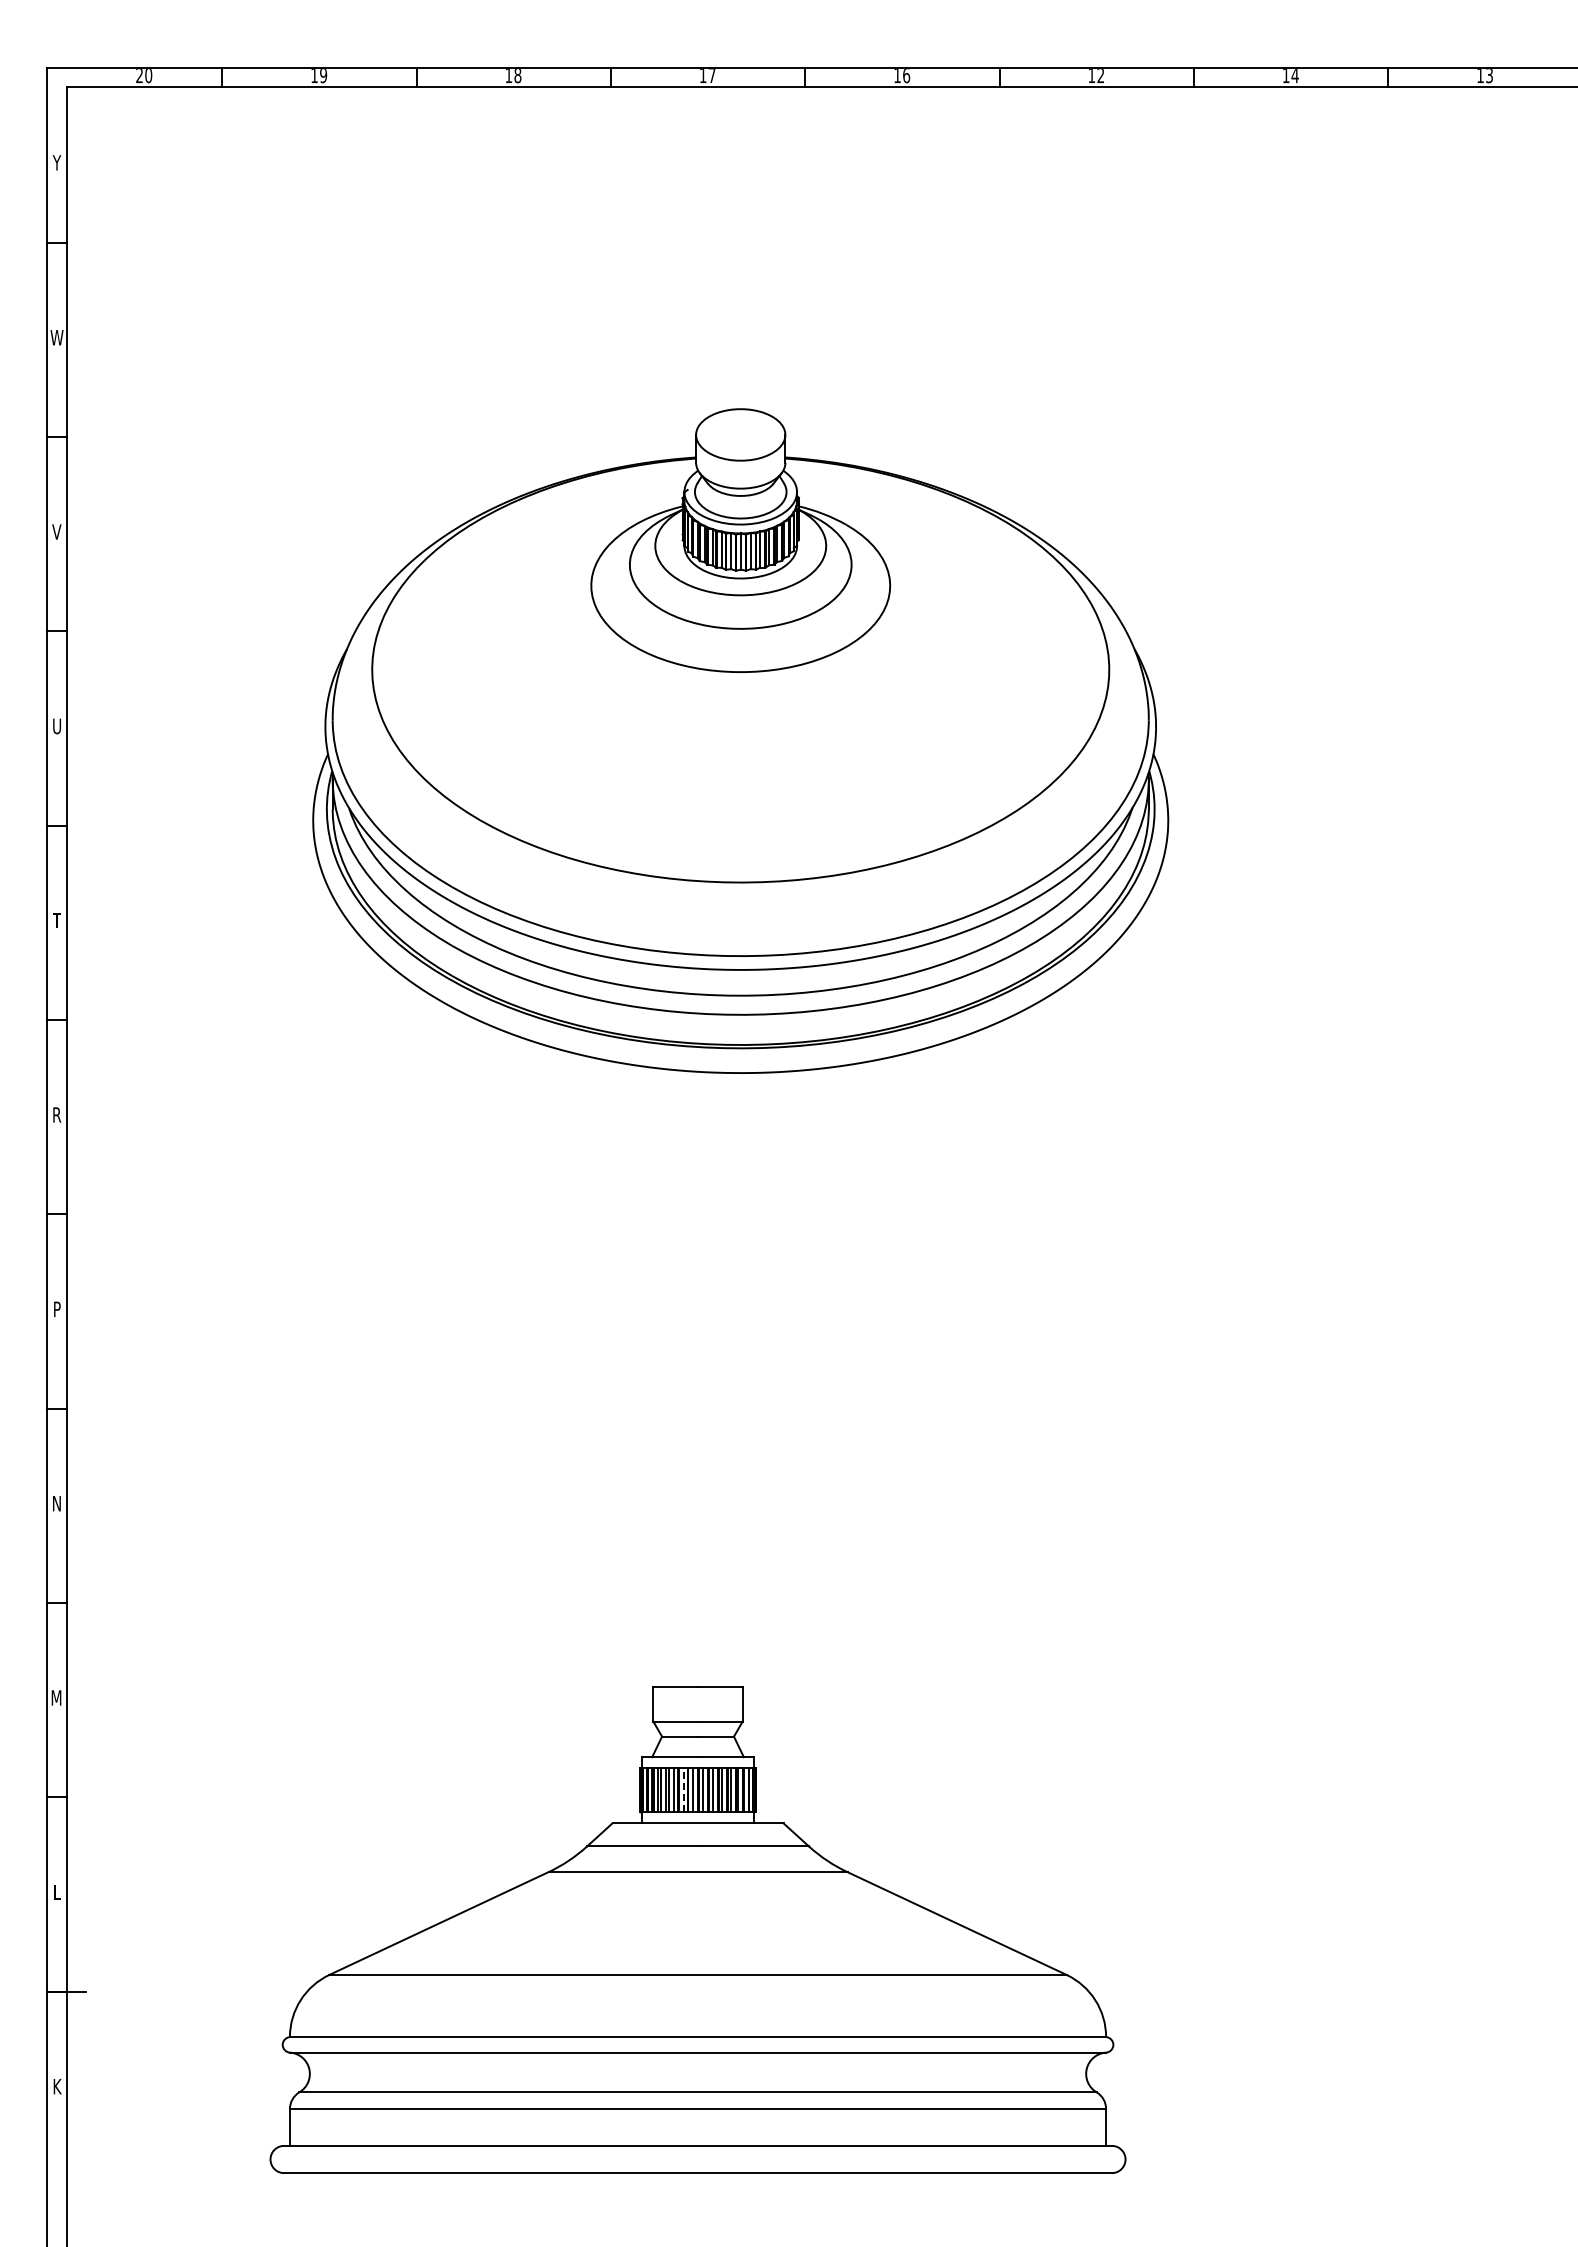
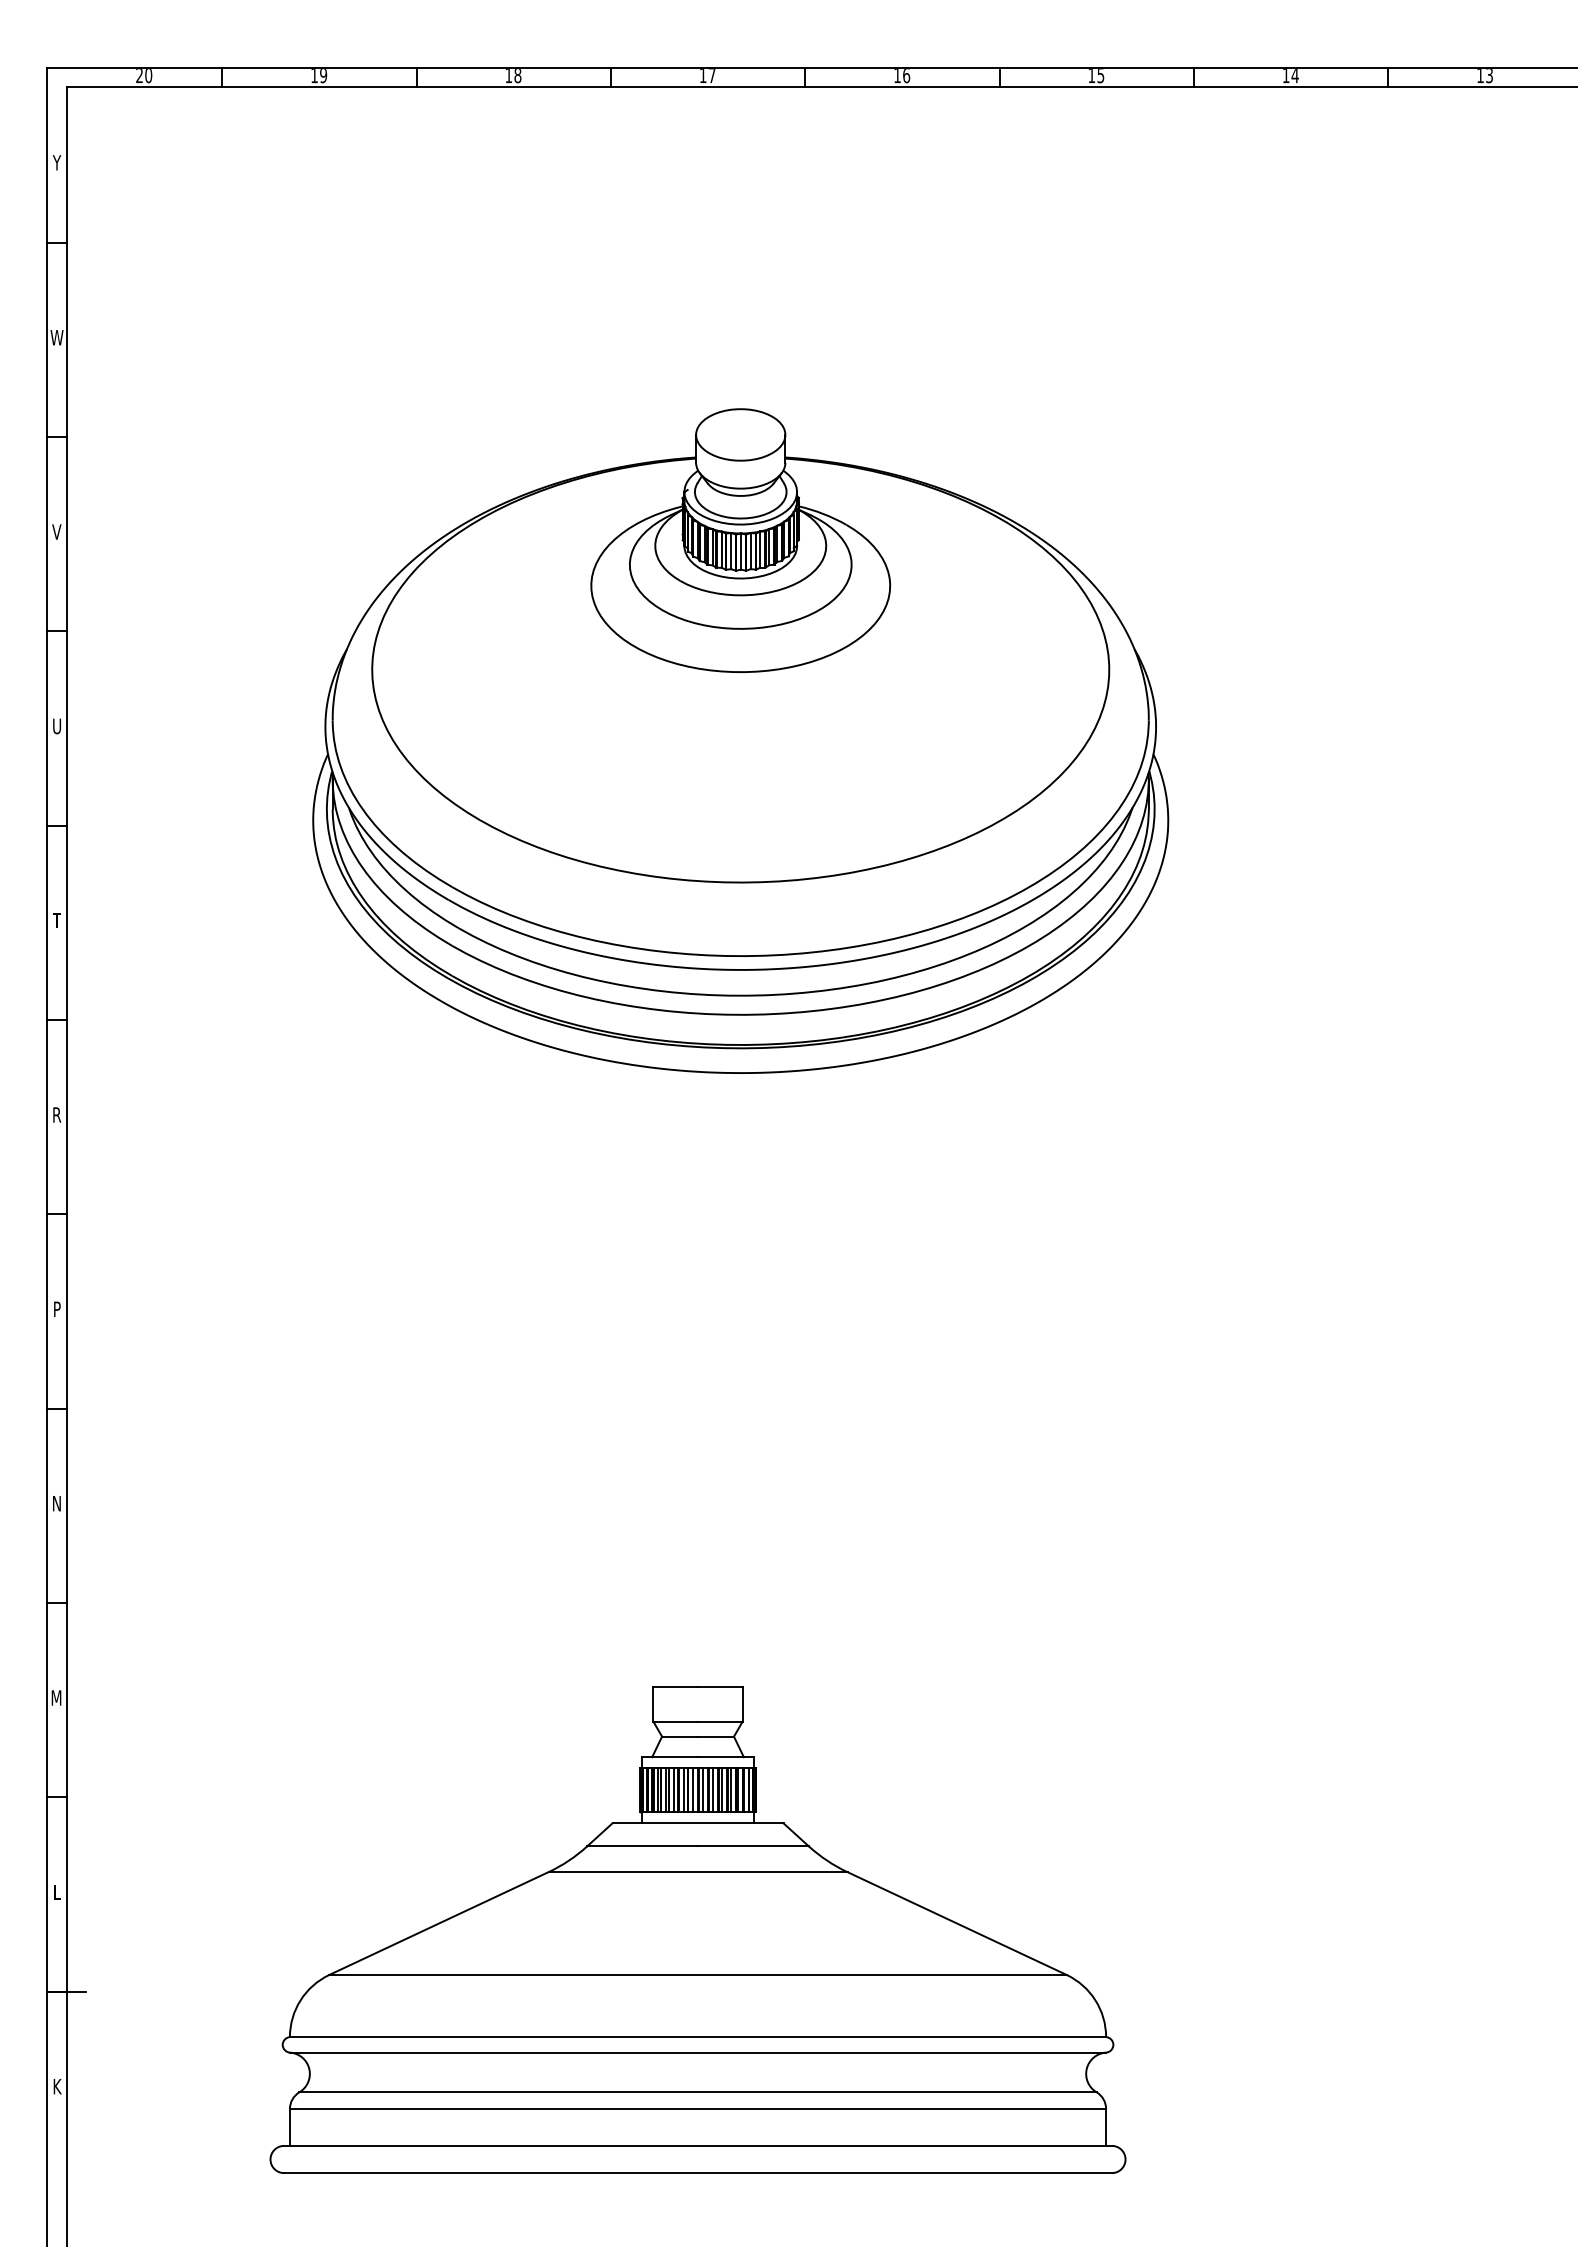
text at (1100, 76): 12 -> 15
line at (683, 1789): dashed -> solid
